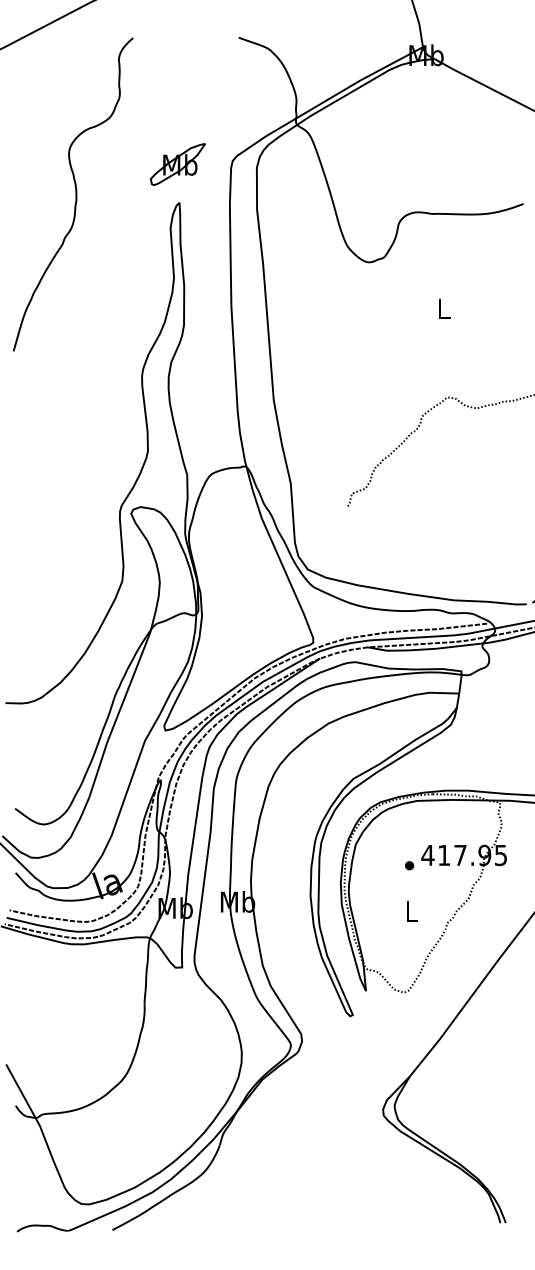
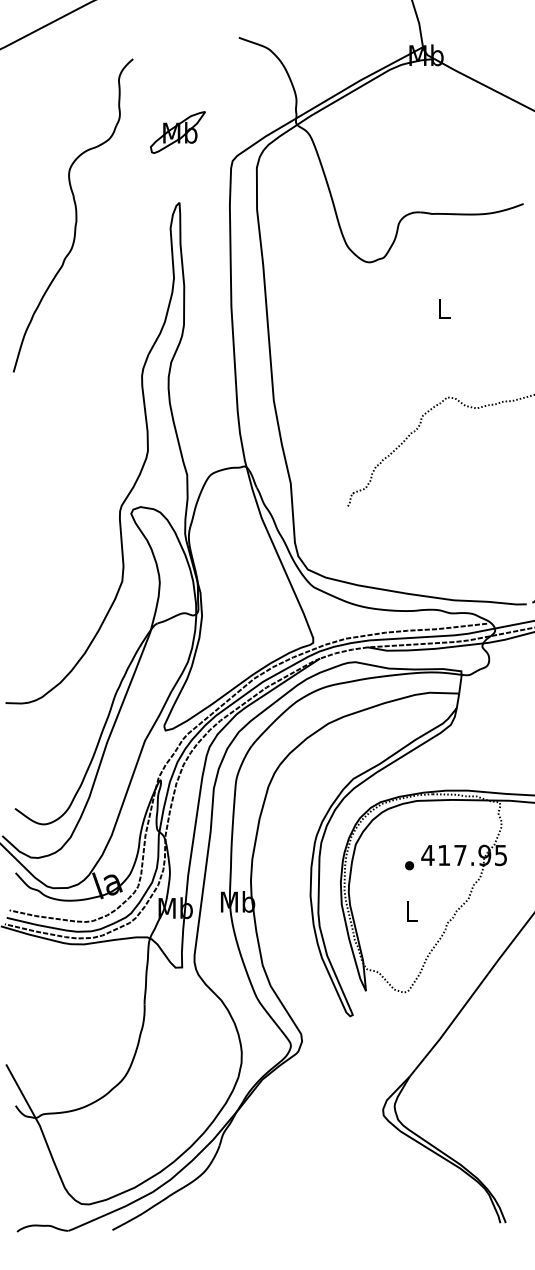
part at (177, 164) position: (177, 164) -> (177, 132)
part at (72, 194) position: (72, 194) -> (72, 215)
